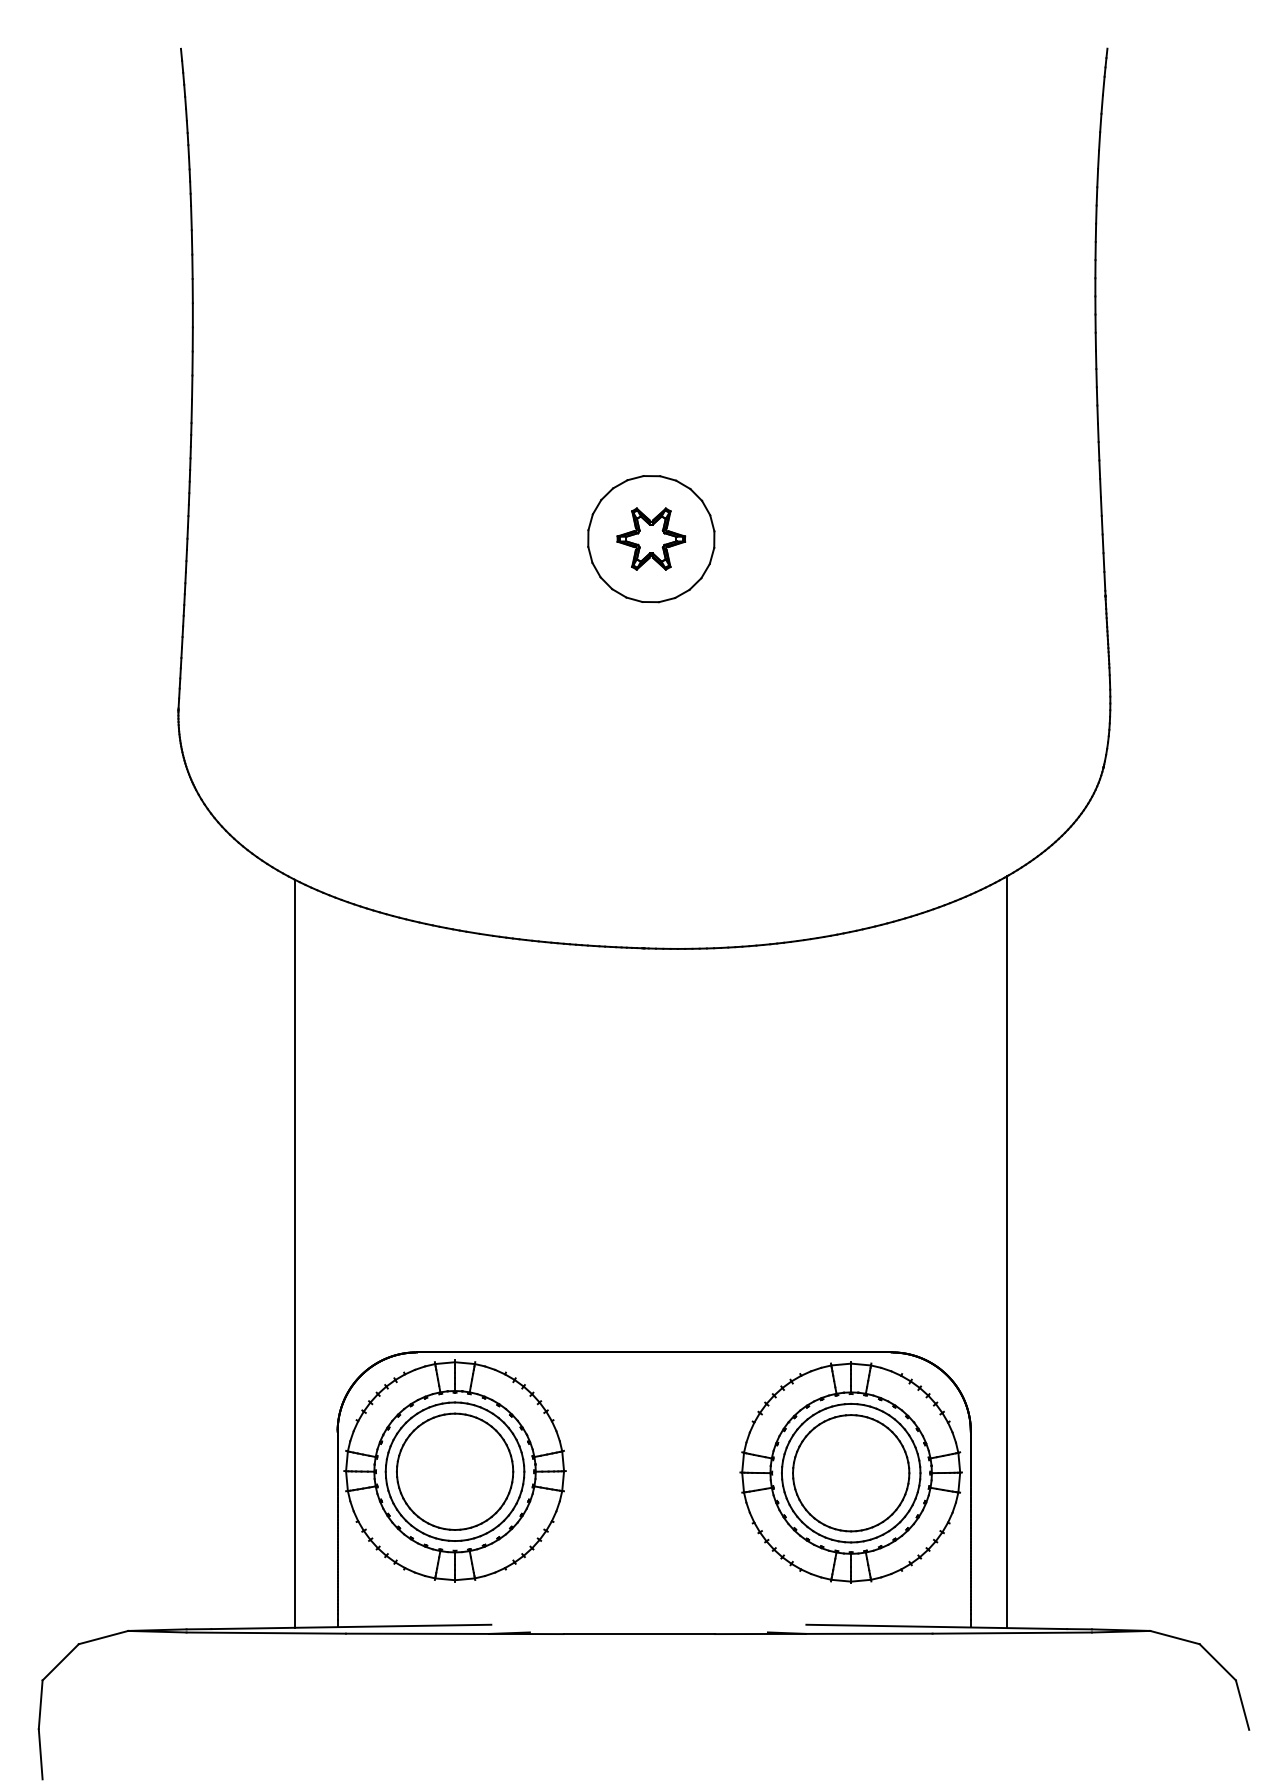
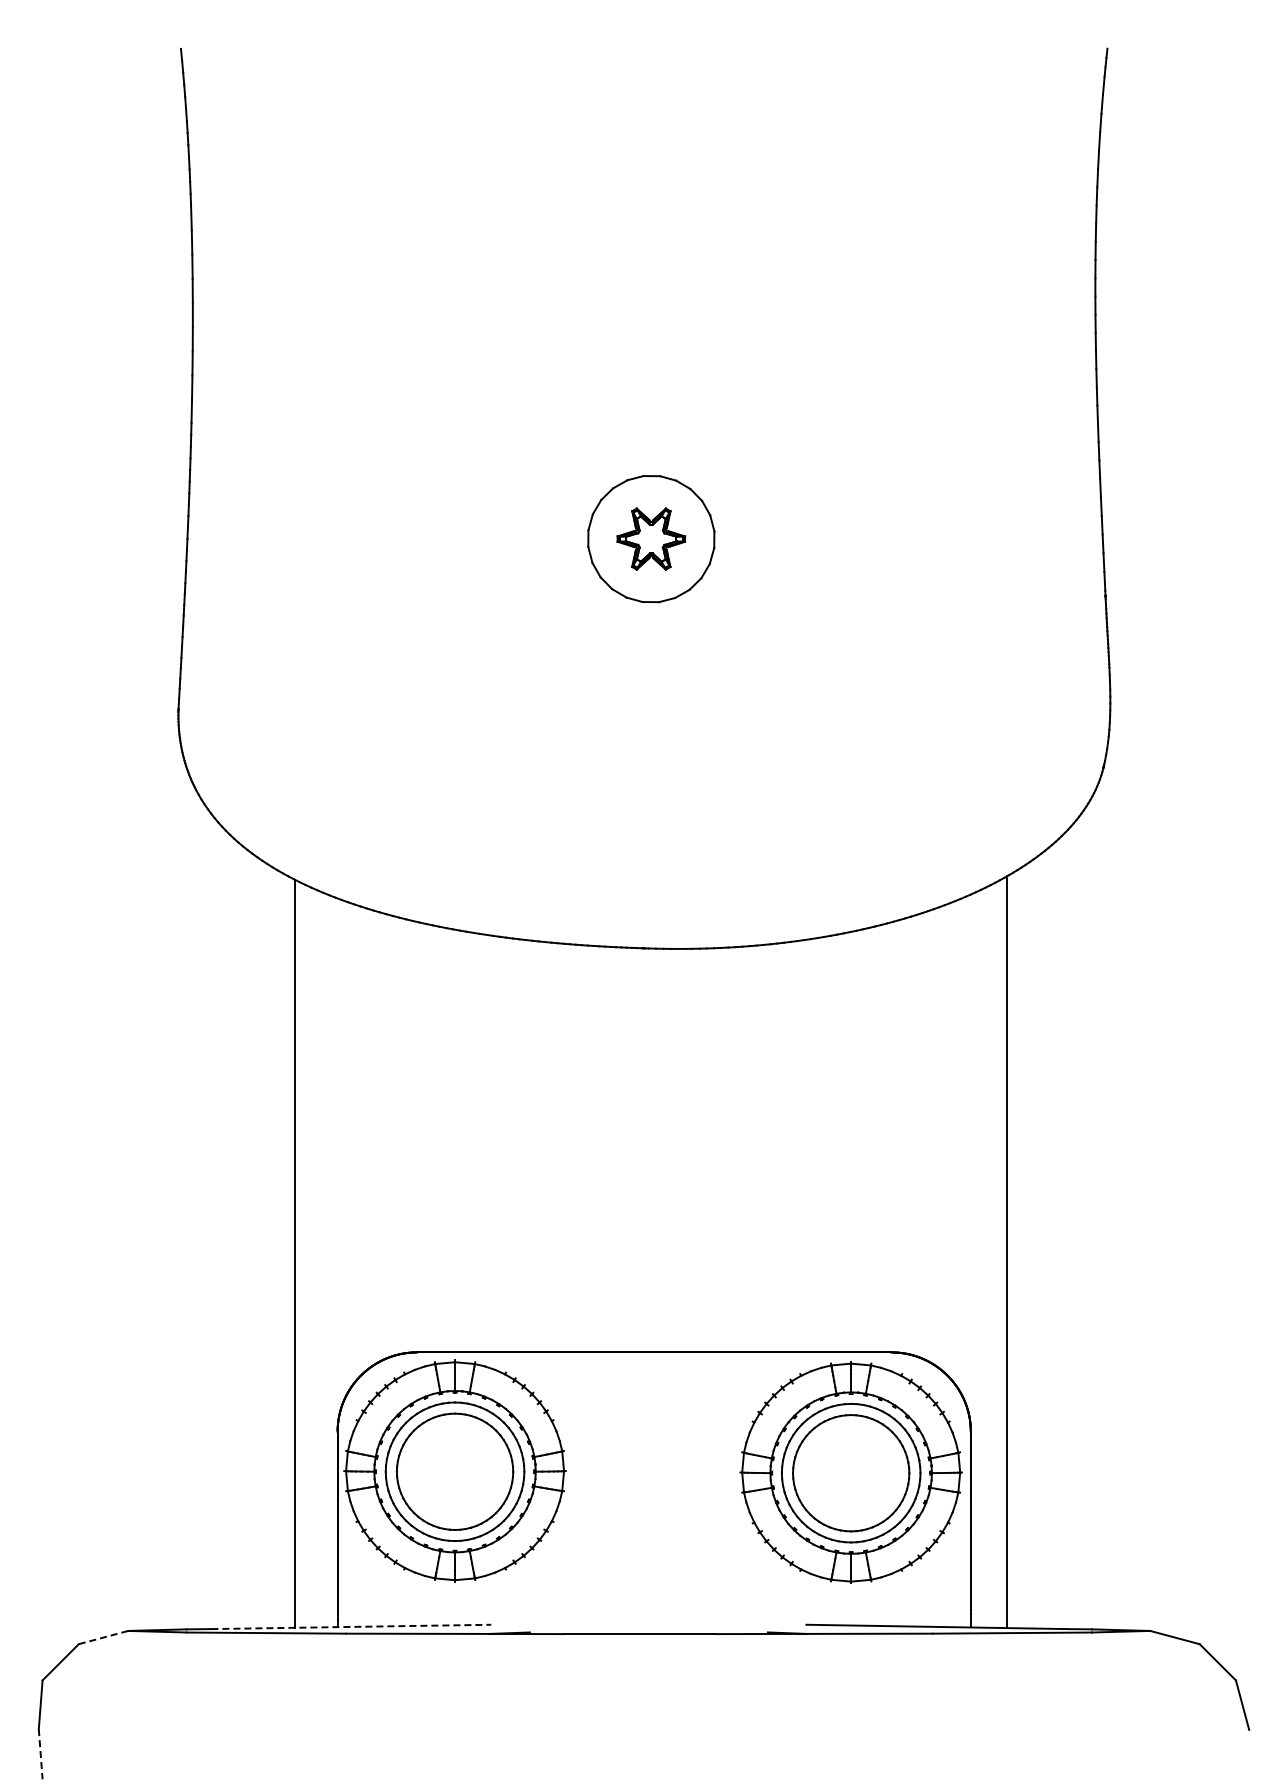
line at (351, 1626): solid -> dashed
line at (103, 1637): solid -> dashed
line at (40, 1754): solid -> dashed
